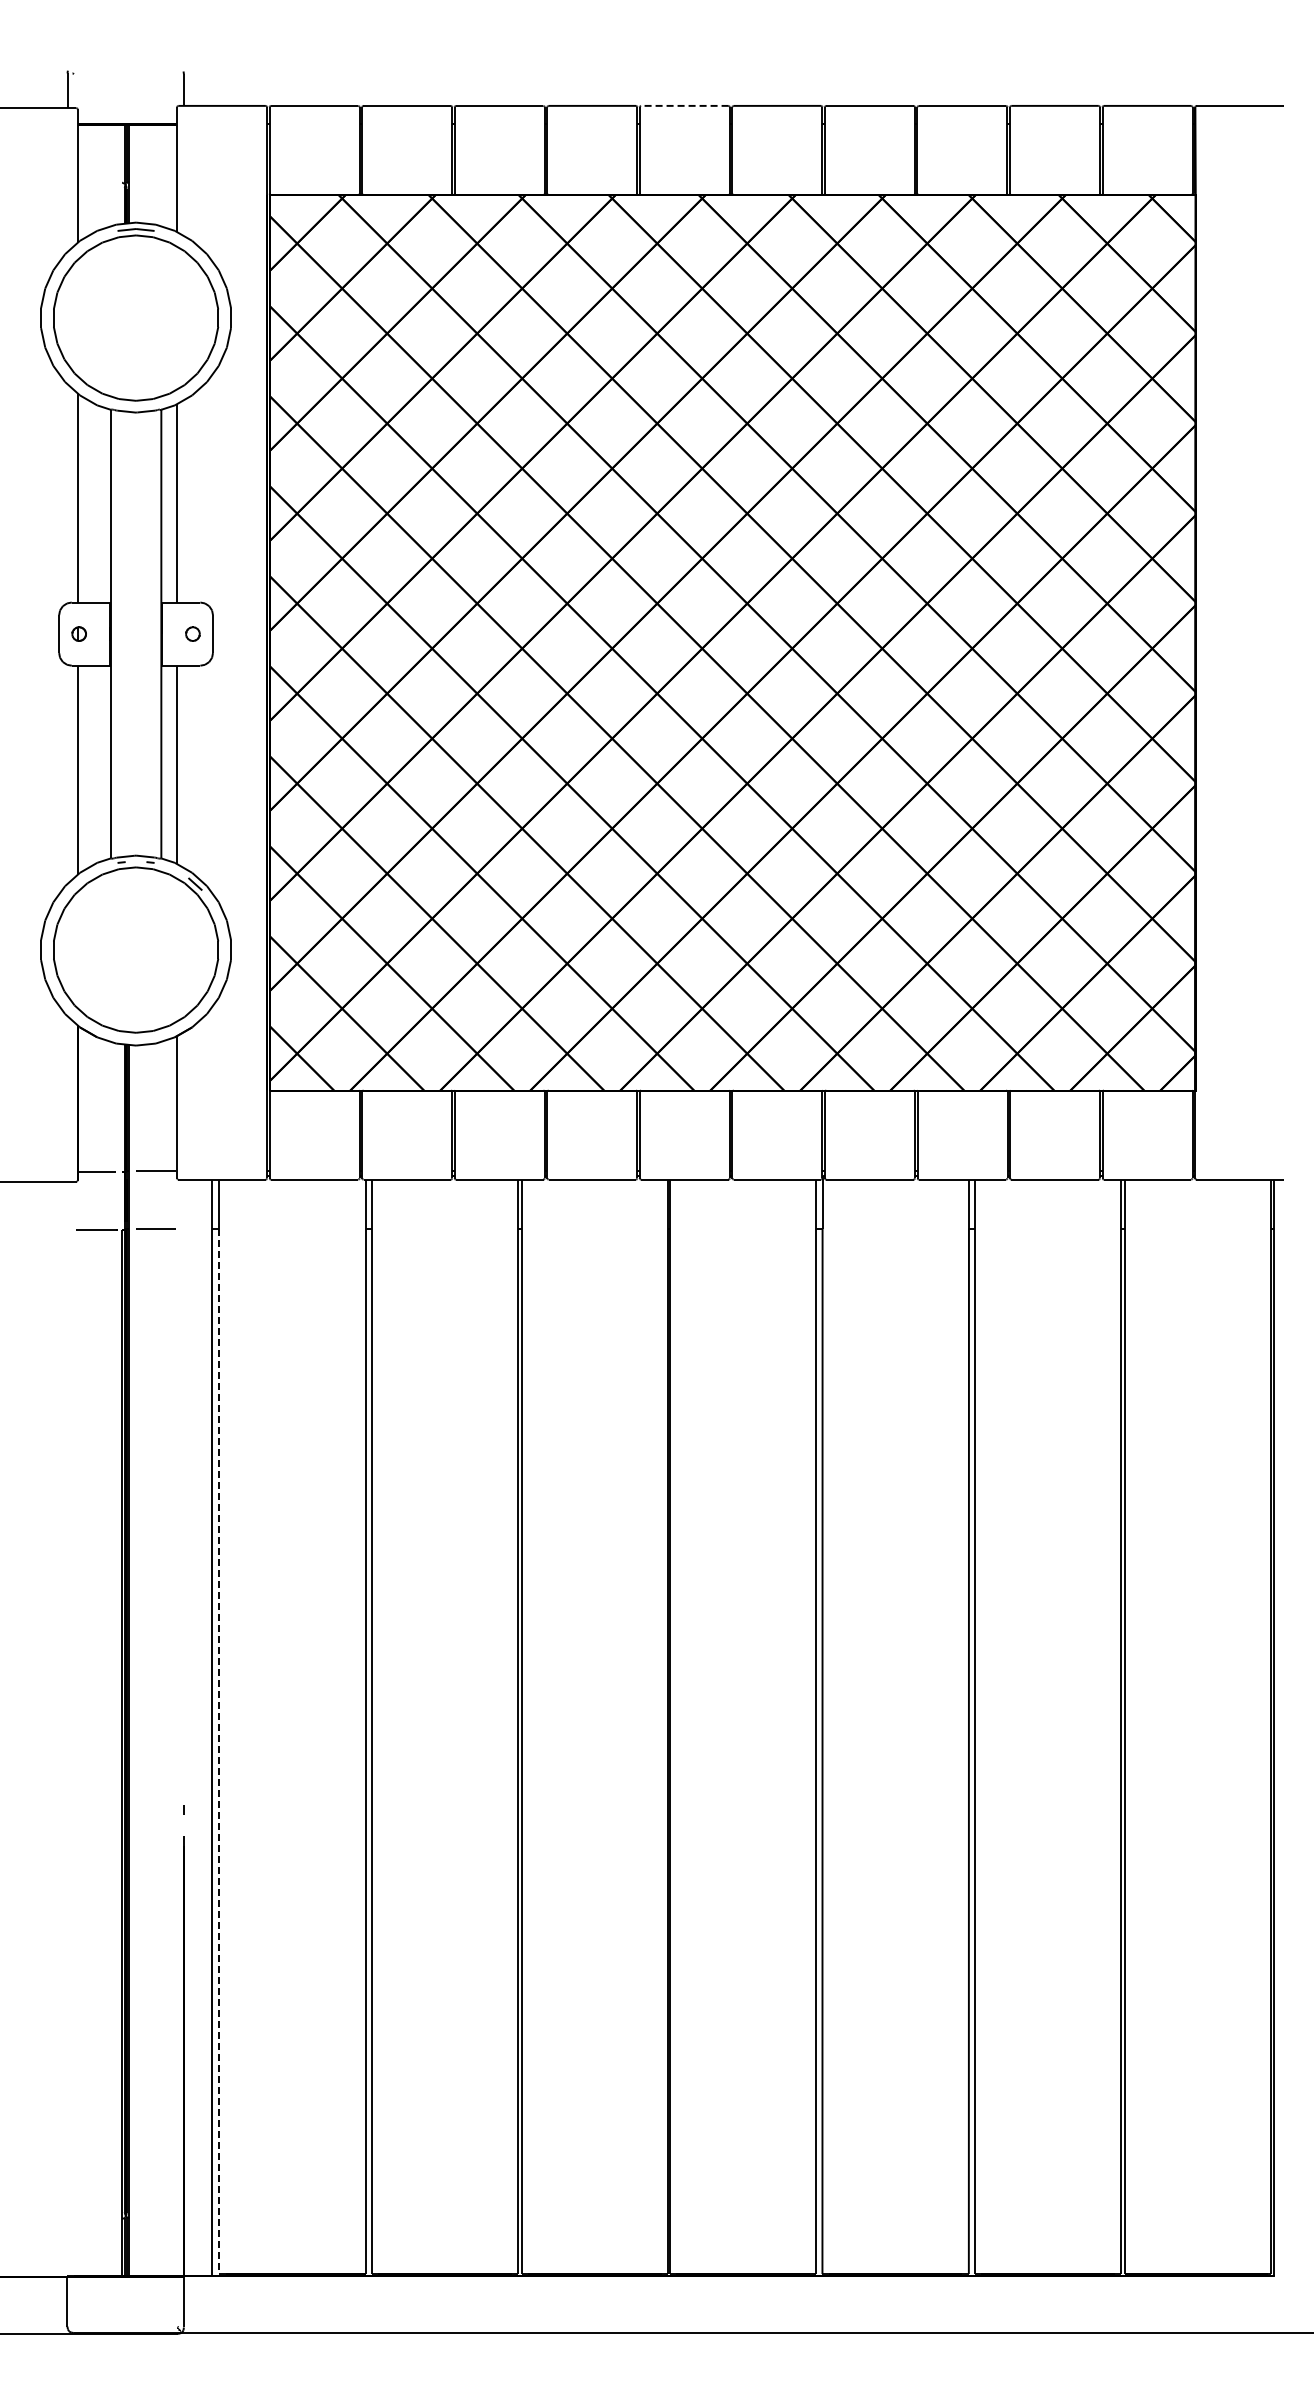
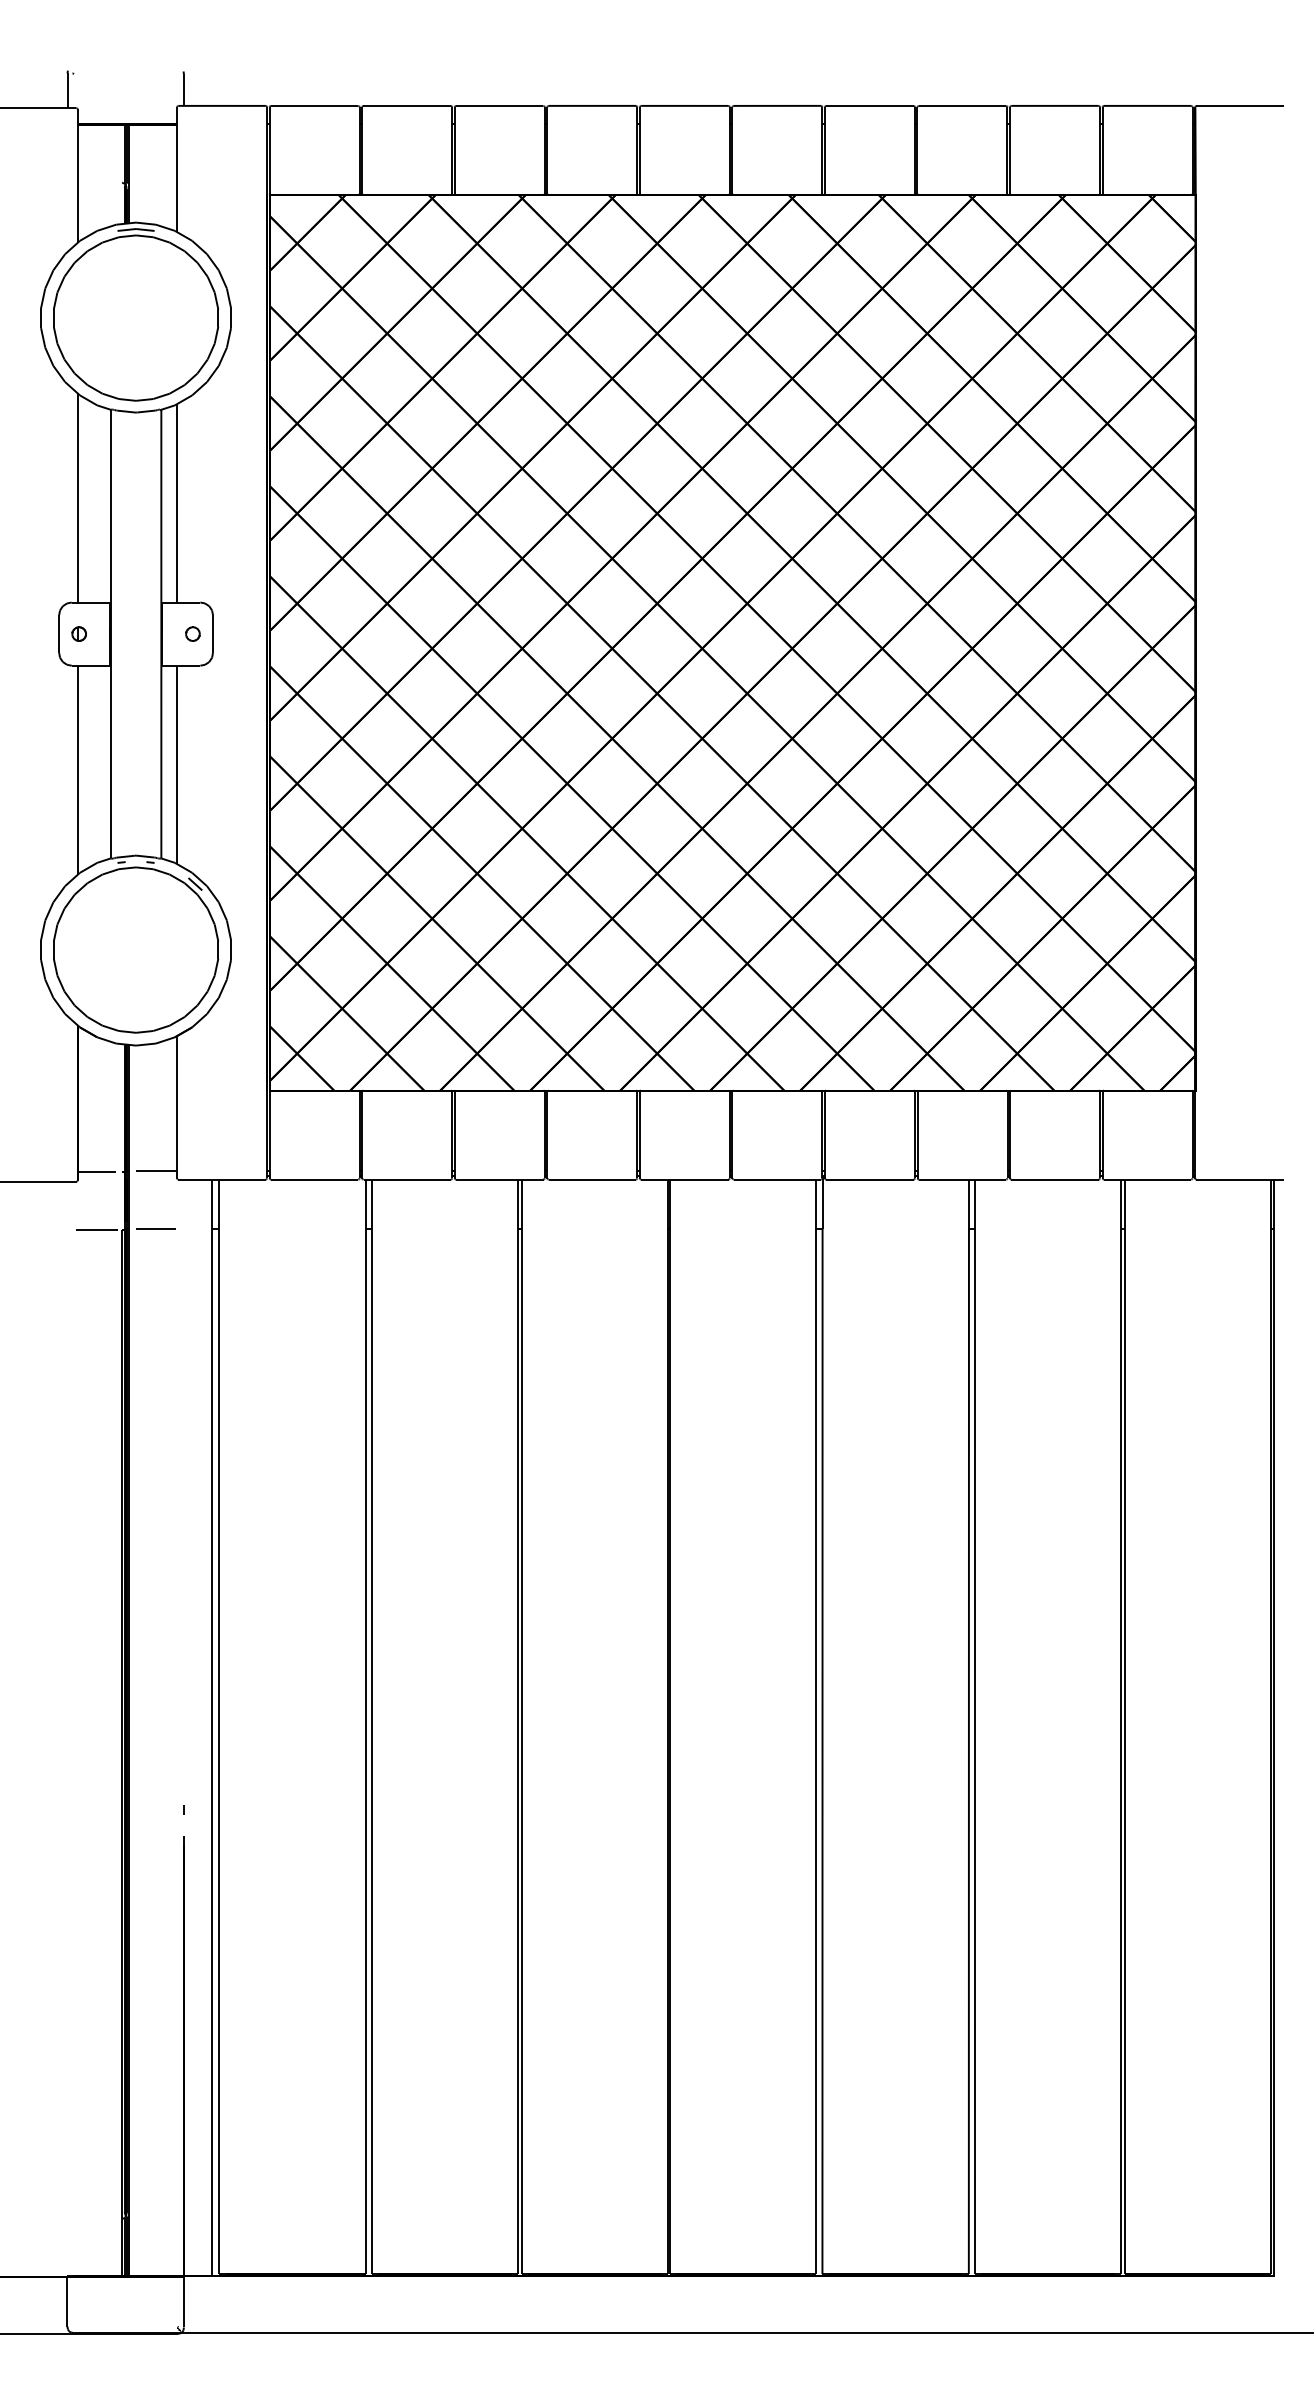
line at (684, 105): dashed -> solid
line at (219, 1751): dashed -> solid
